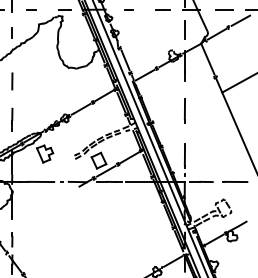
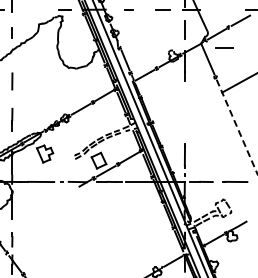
line at (31, 9): present -> none
line at (224, 9) position: (224, 9) -> (224, 47)
line at (184, 110): present -> none
line at (237, 127): solid -> dashed
